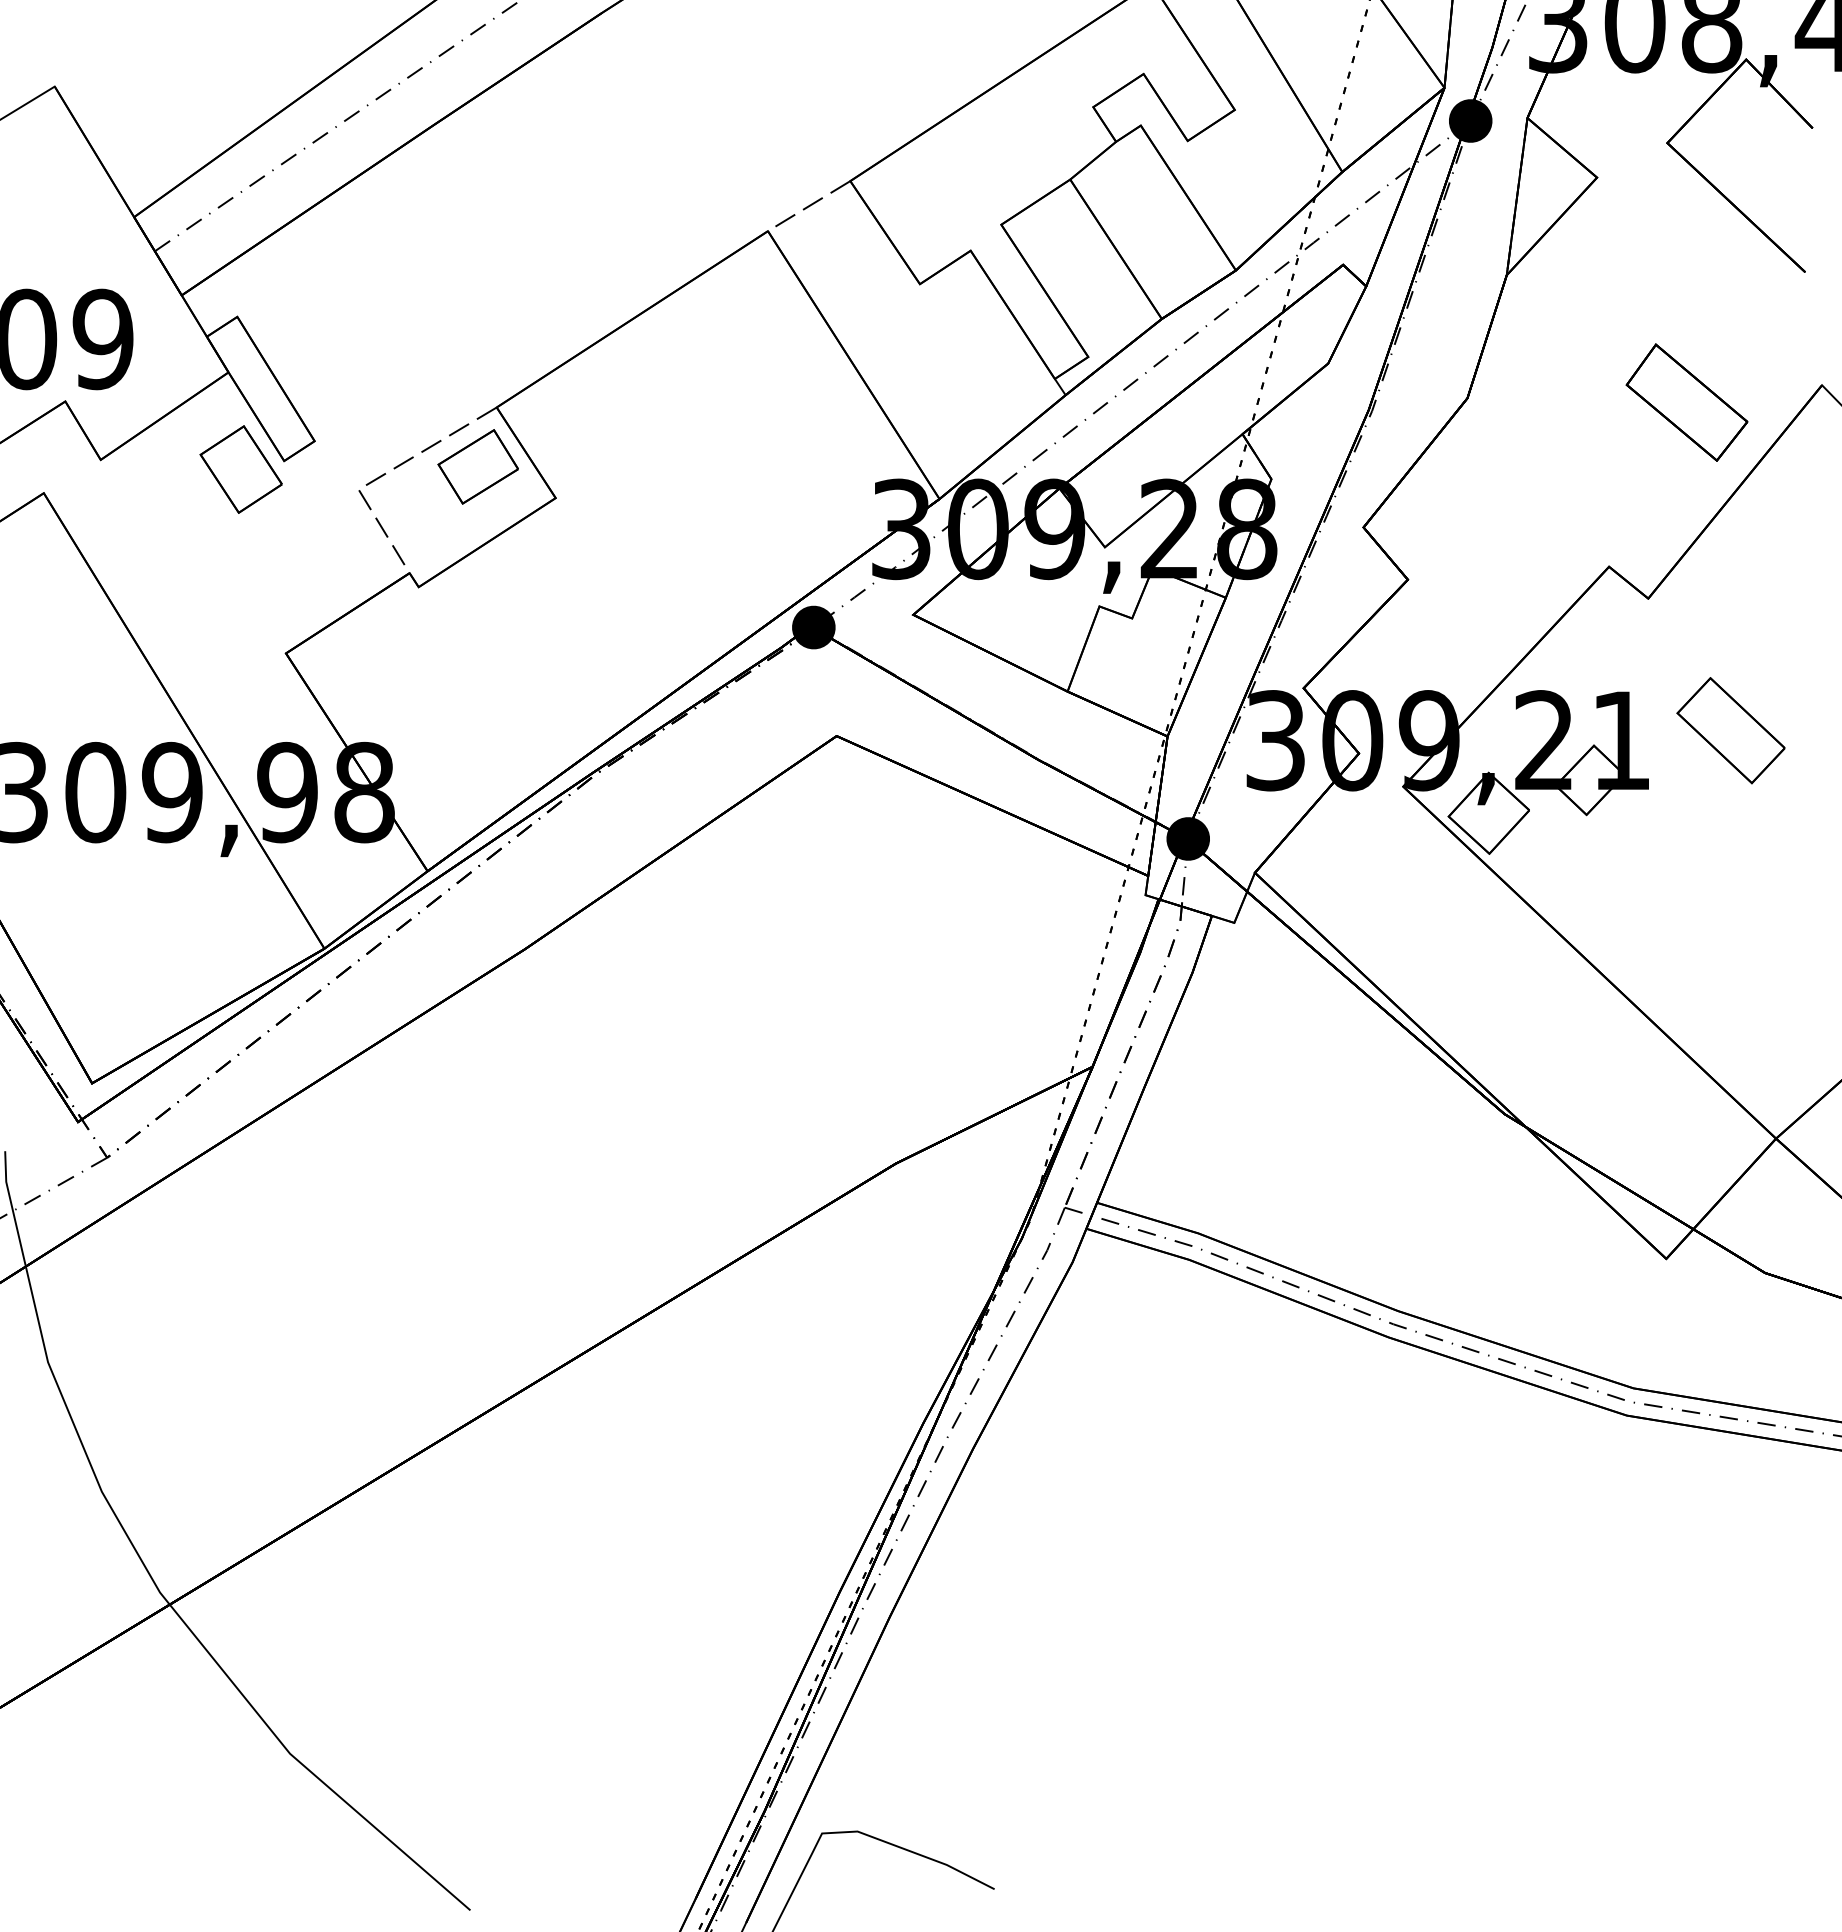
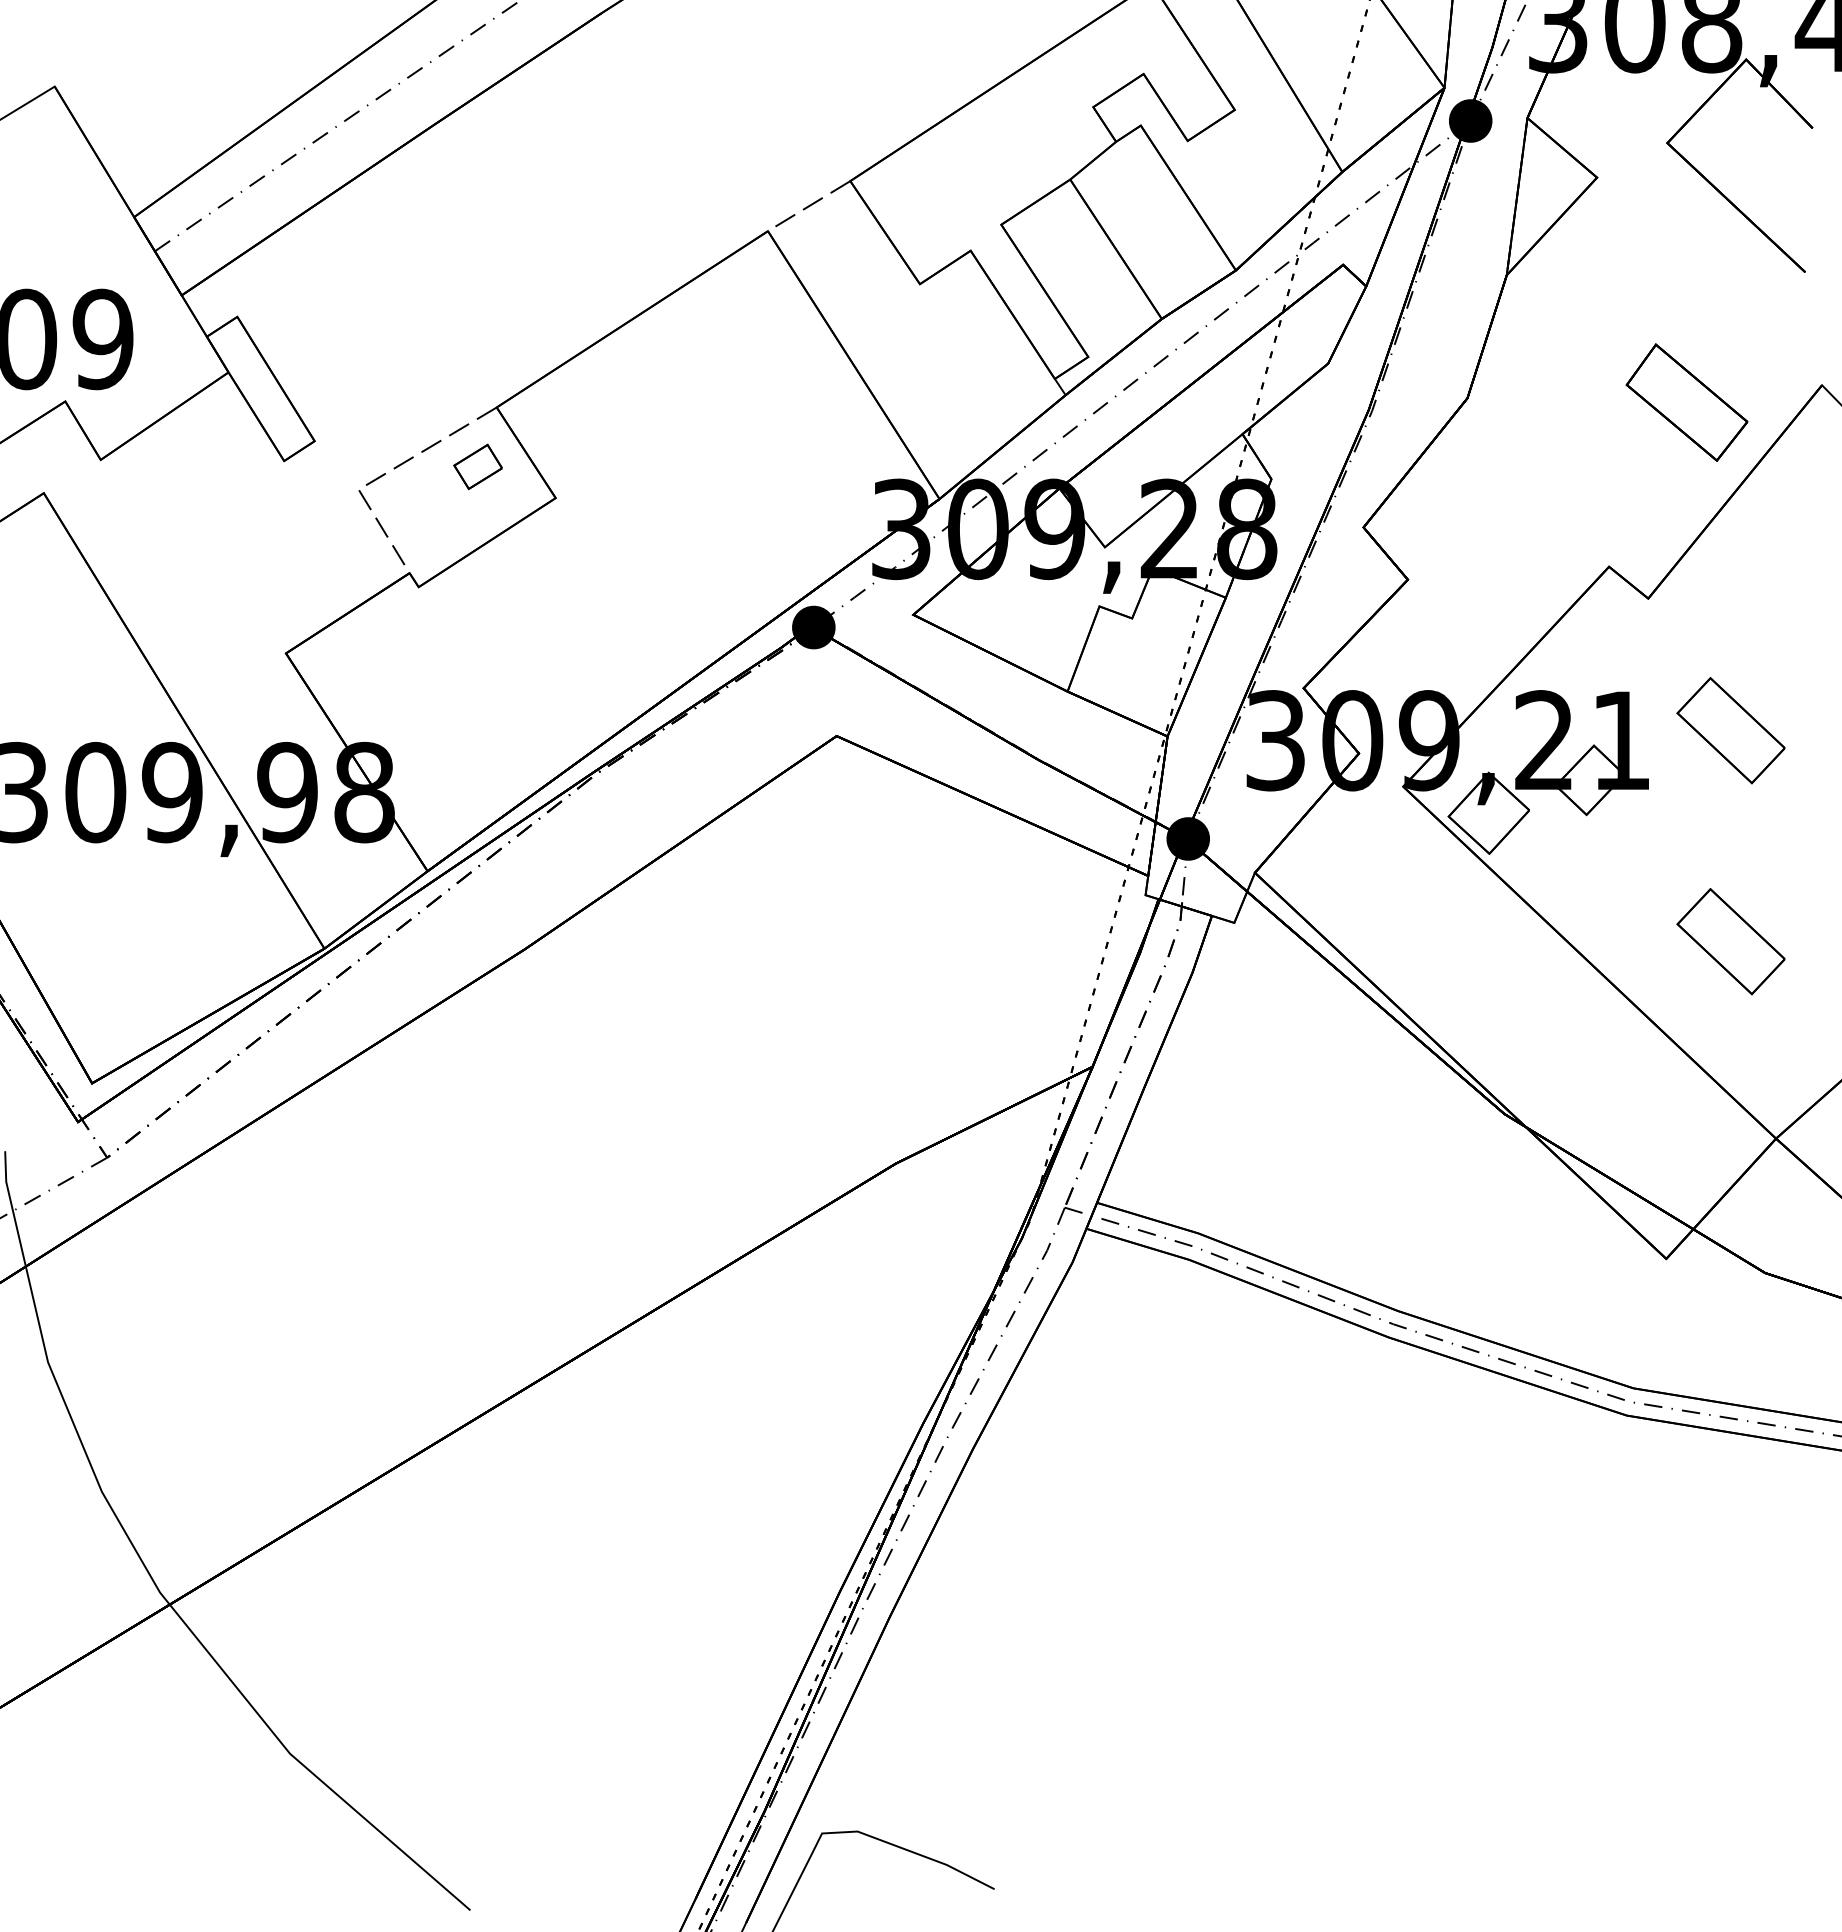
part at (477, 466) size: 82x76 px -> 50x48 px
part at (240, 469): present -> none
part at (1730, 941): none -> present
